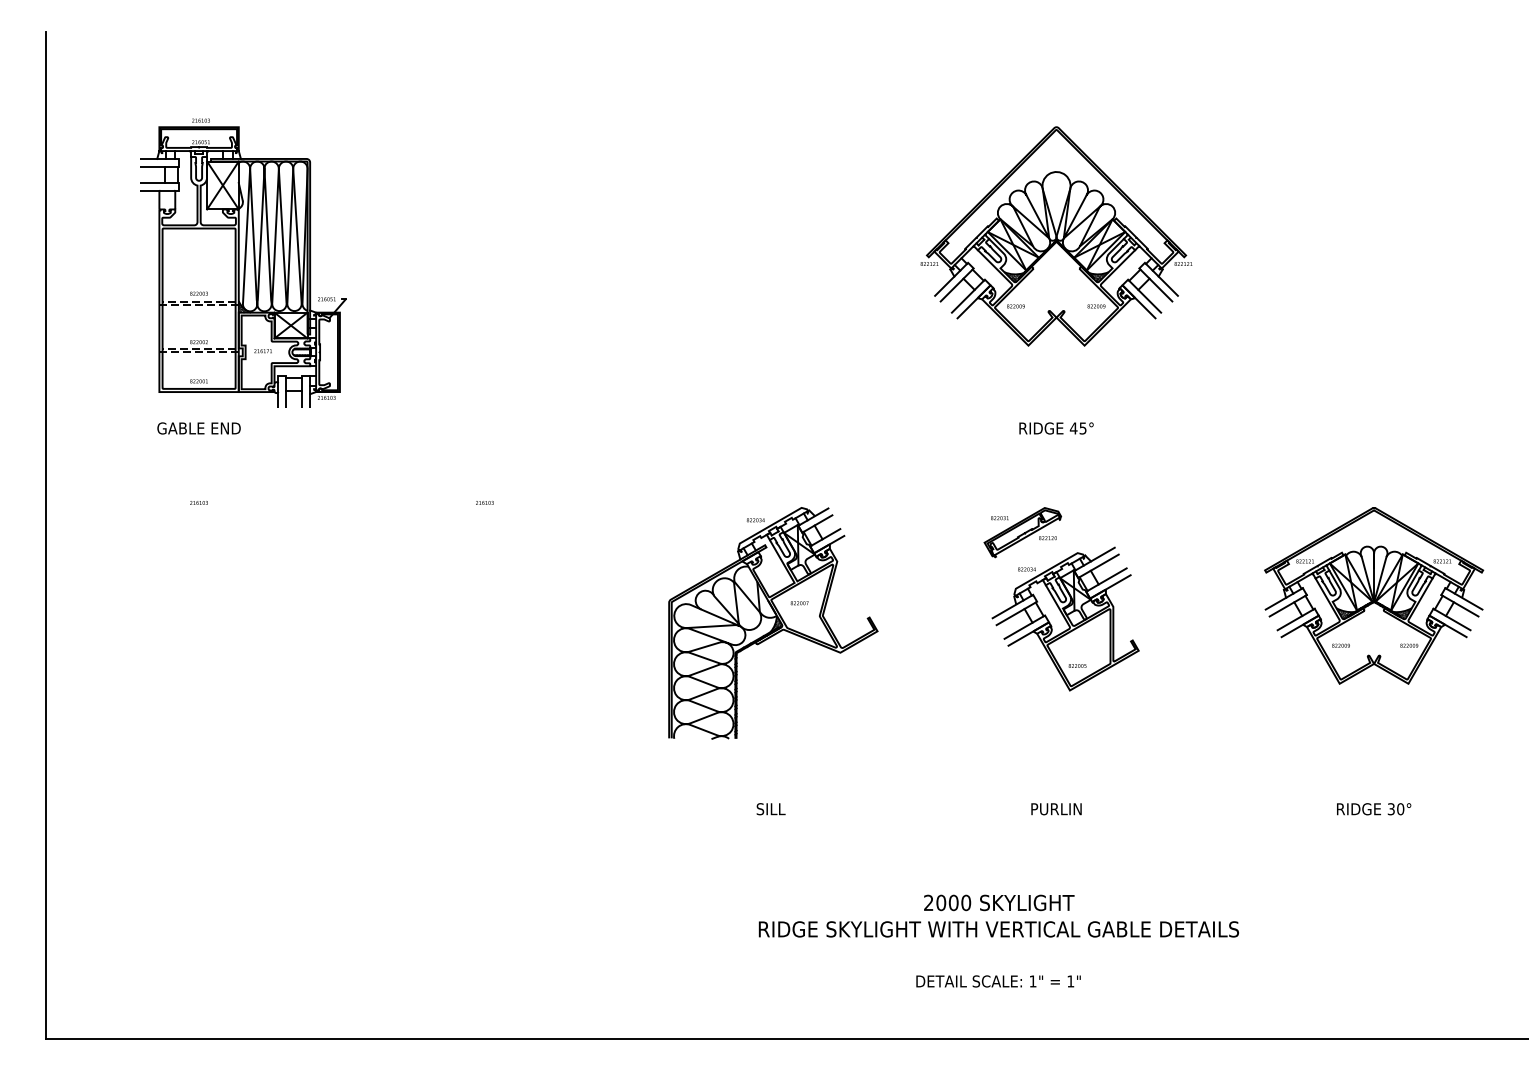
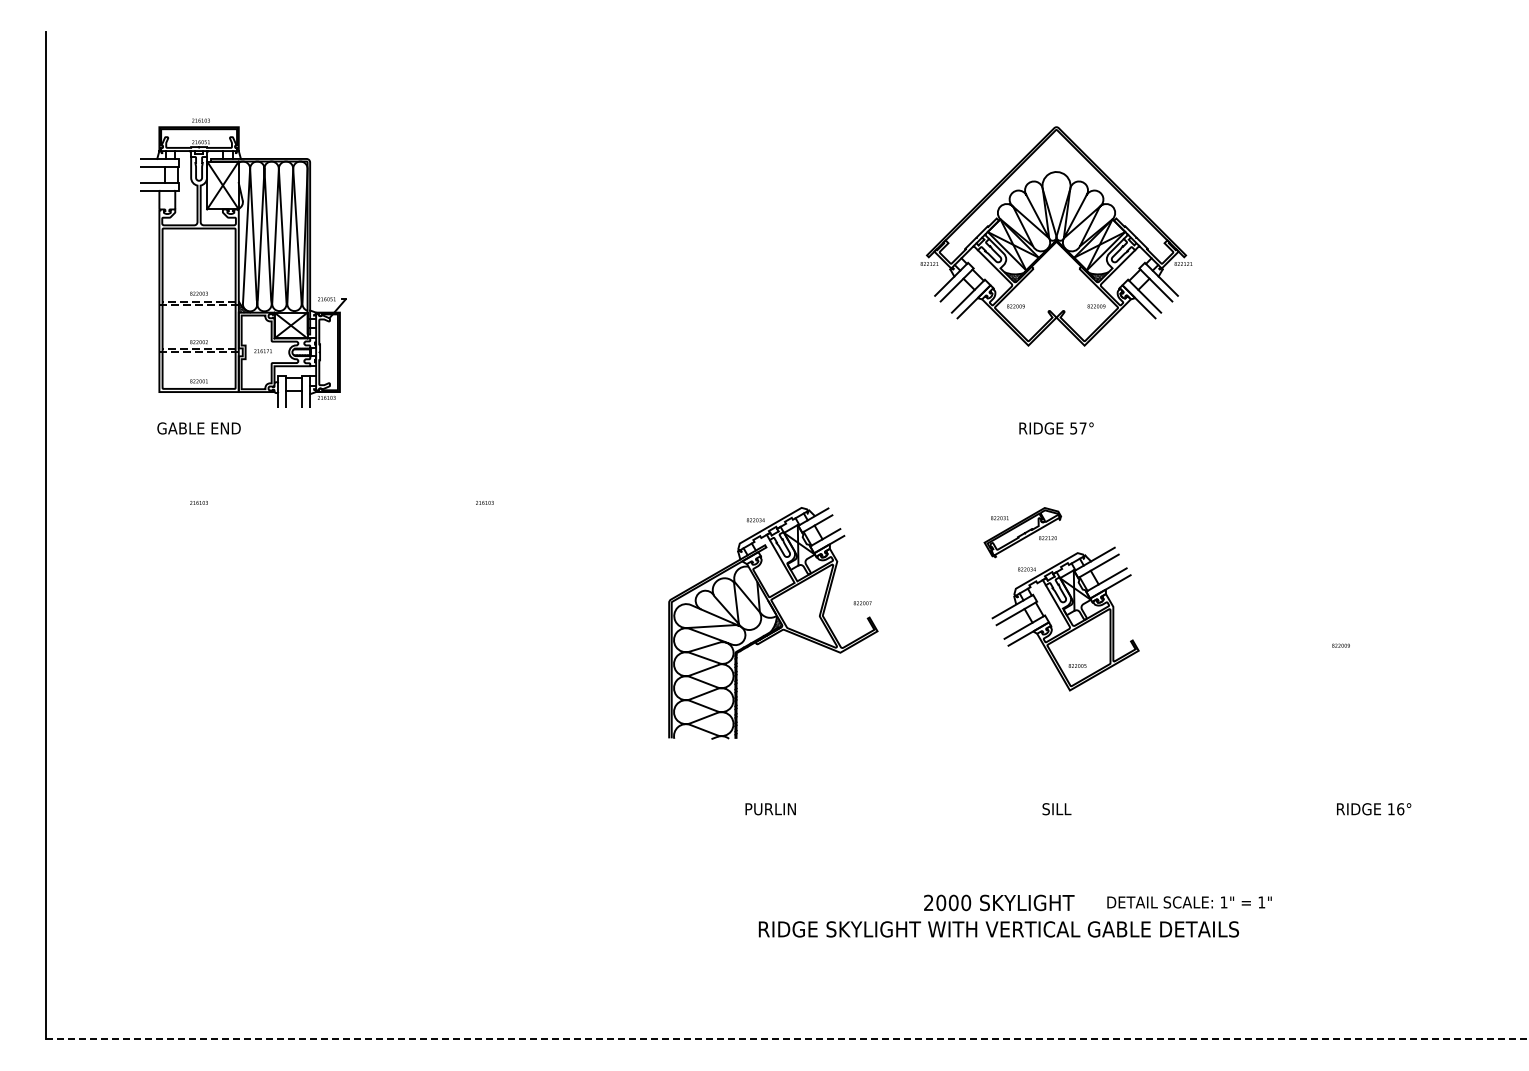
text at (1077, 428): 45° -> 57°
part at (1374, 595): present -> none
text at (799, 603) position: (799, 603) -> (862, 603)
text at (770, 809): SILL -> PURLIN
text at (1056, 809): PURLIN -> SILL
text at (1395, 809): 30° -> 16°
text at (998, 981) position: (998, 981) -> (1189, 902)
line at (787, 1039): solid -> dashed
